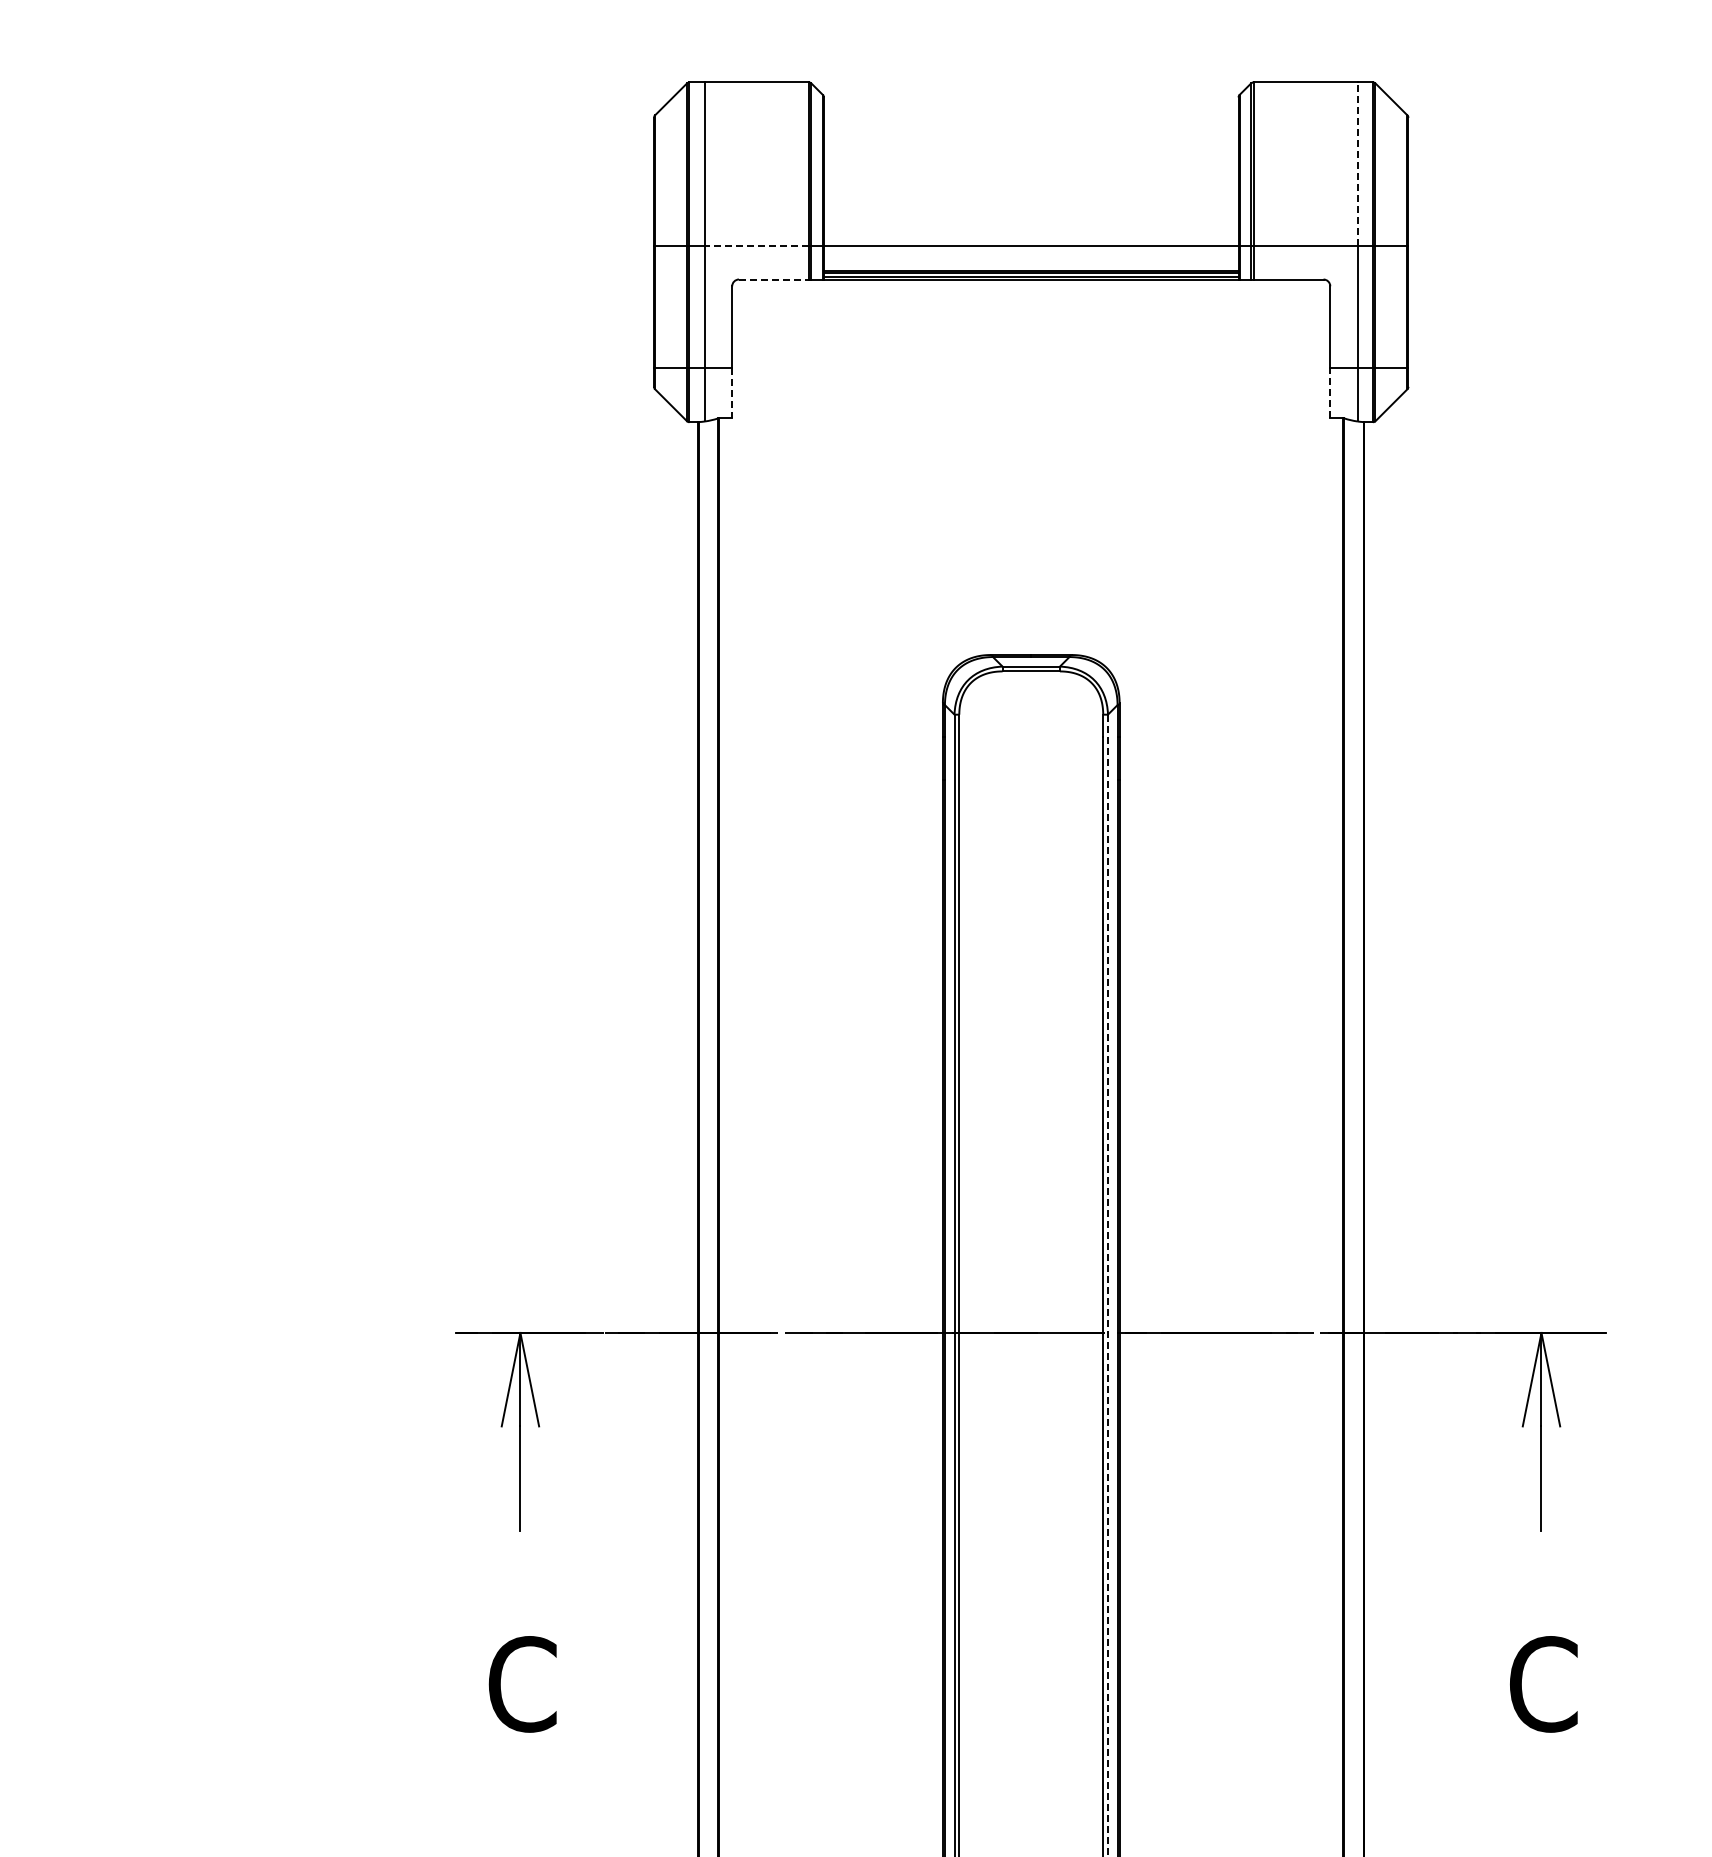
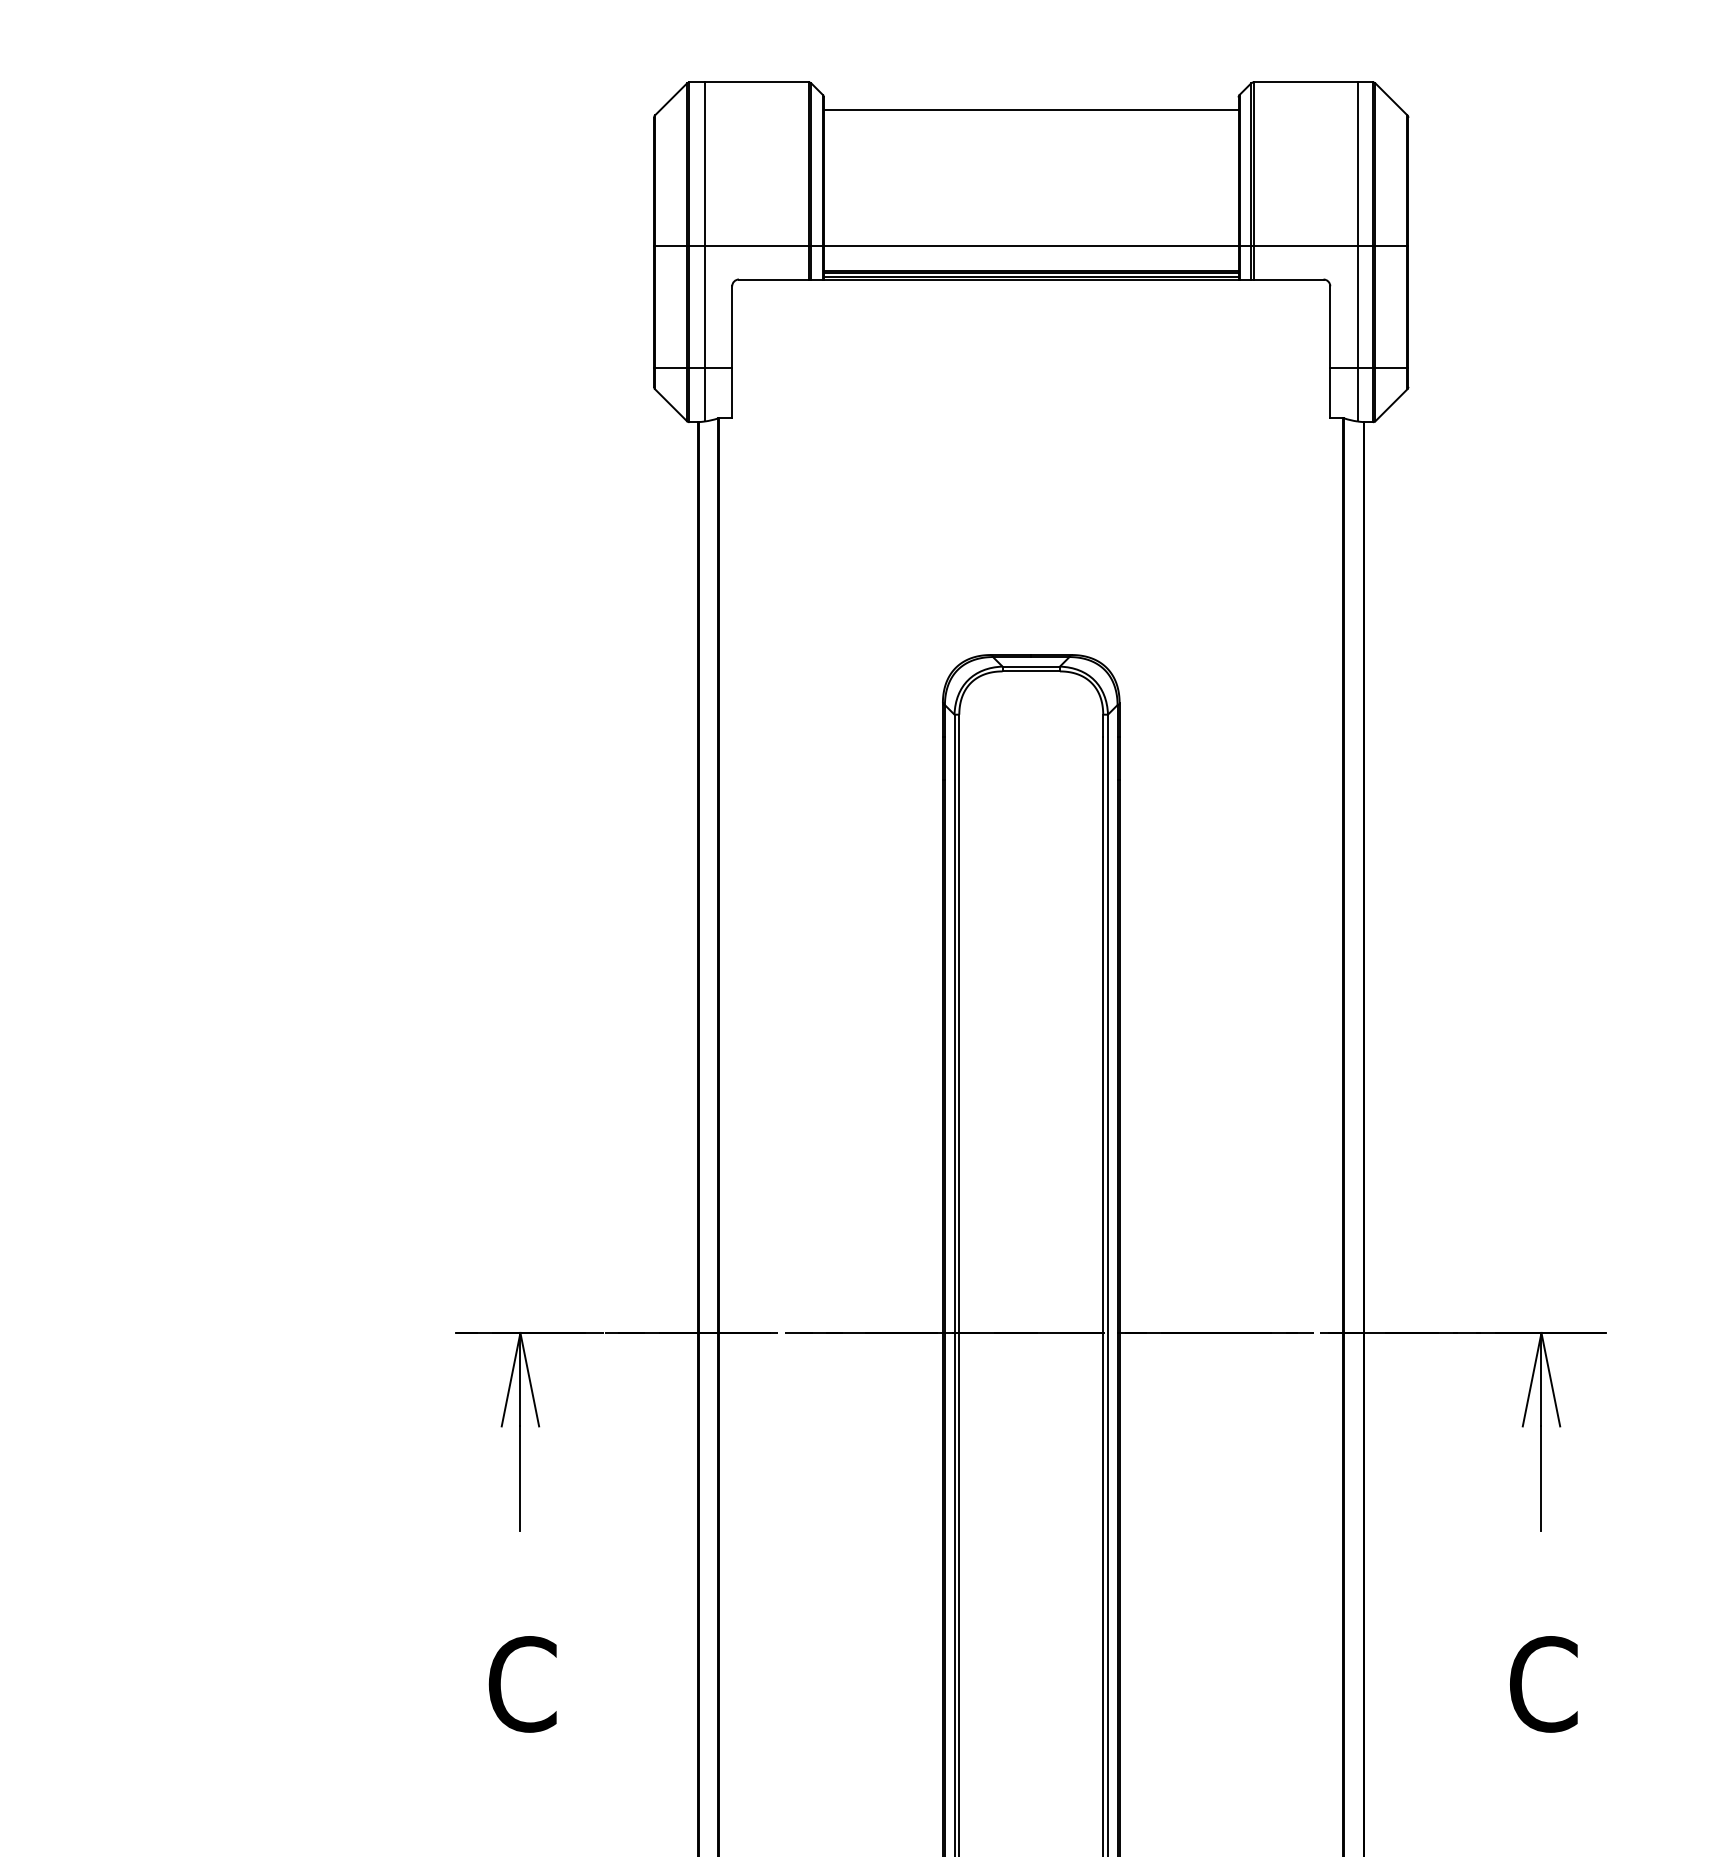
line at (1030, 109): none -> present
line at (1357, 163): dashed -> solid
line at (757, 245): dashed -> solid
line at (773, 279): dashed -> solid
line at (1330, 392): dashed -> solid
line at (732, 393): dashed -> solid
line at (1108, 1285): dashed -> solid
